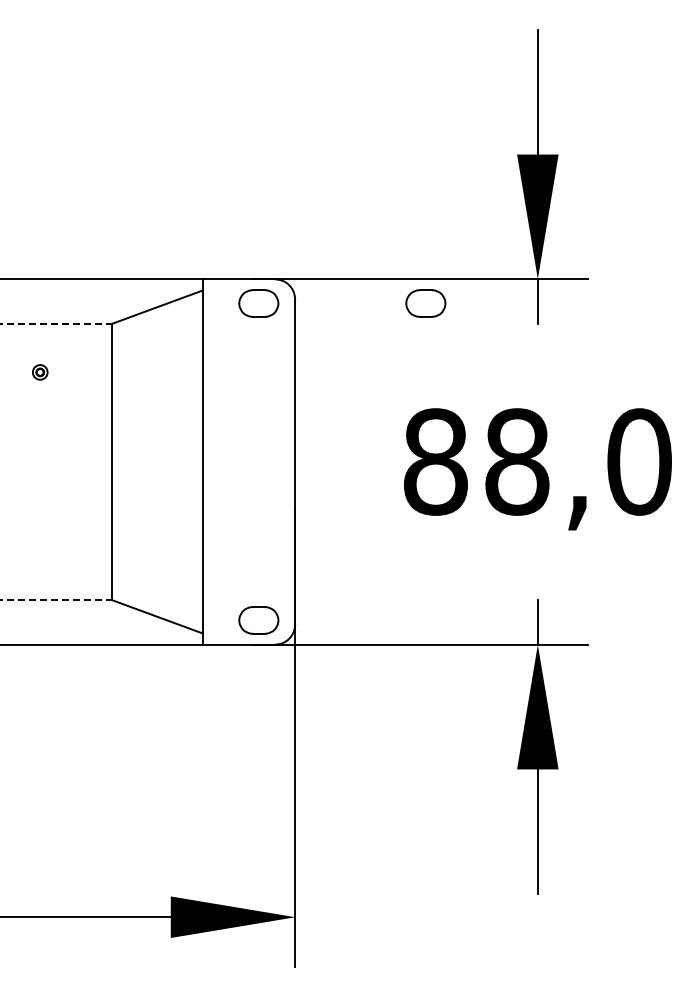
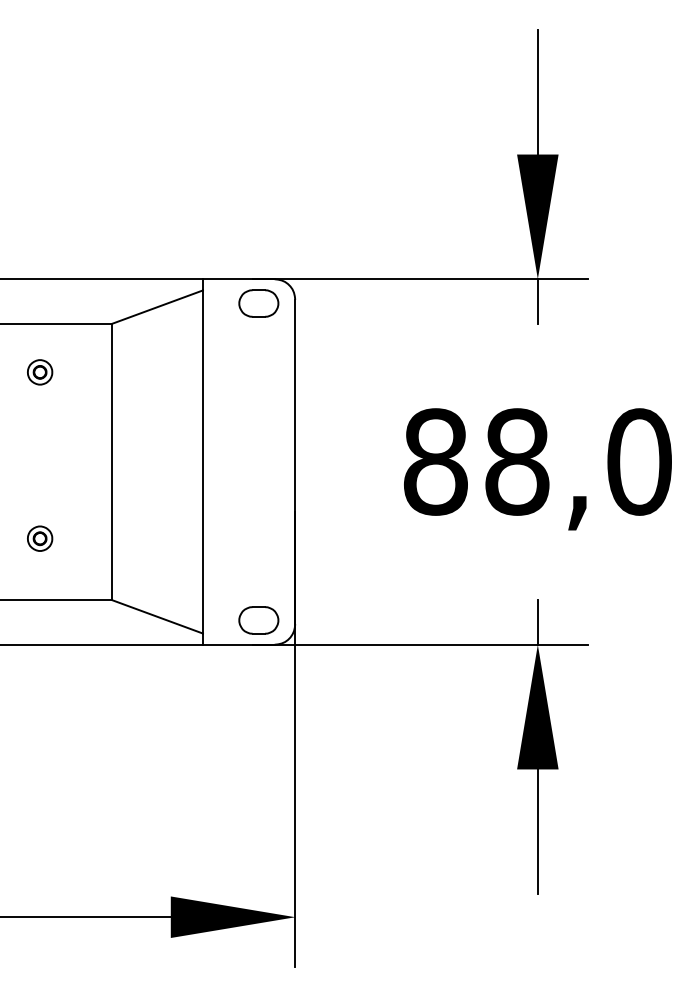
part at (425, 303): present -> none
line at (56, 323): dashed -> solid
part at (40, 372) size: 17x17 px -> 27x27 px
part at (40, 538): none -> present
line at (56, 600): dashed -> solid
